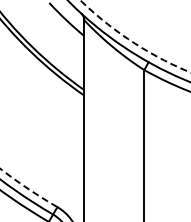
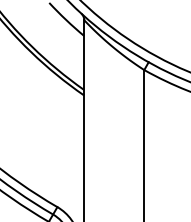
circle at (135, 36): dashed -> solid
arc at (27, 188): dashed -> solid
